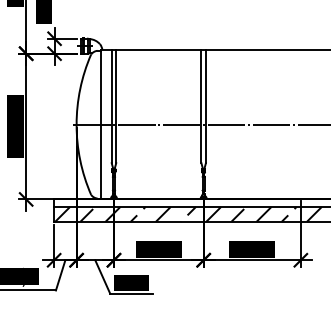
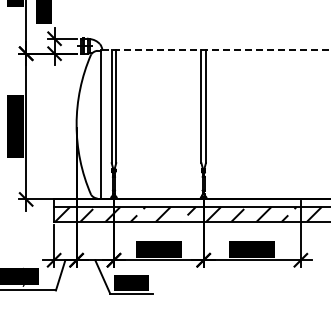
line at (215, 49): solid -> dashed
line at (200, 124): present -> none
